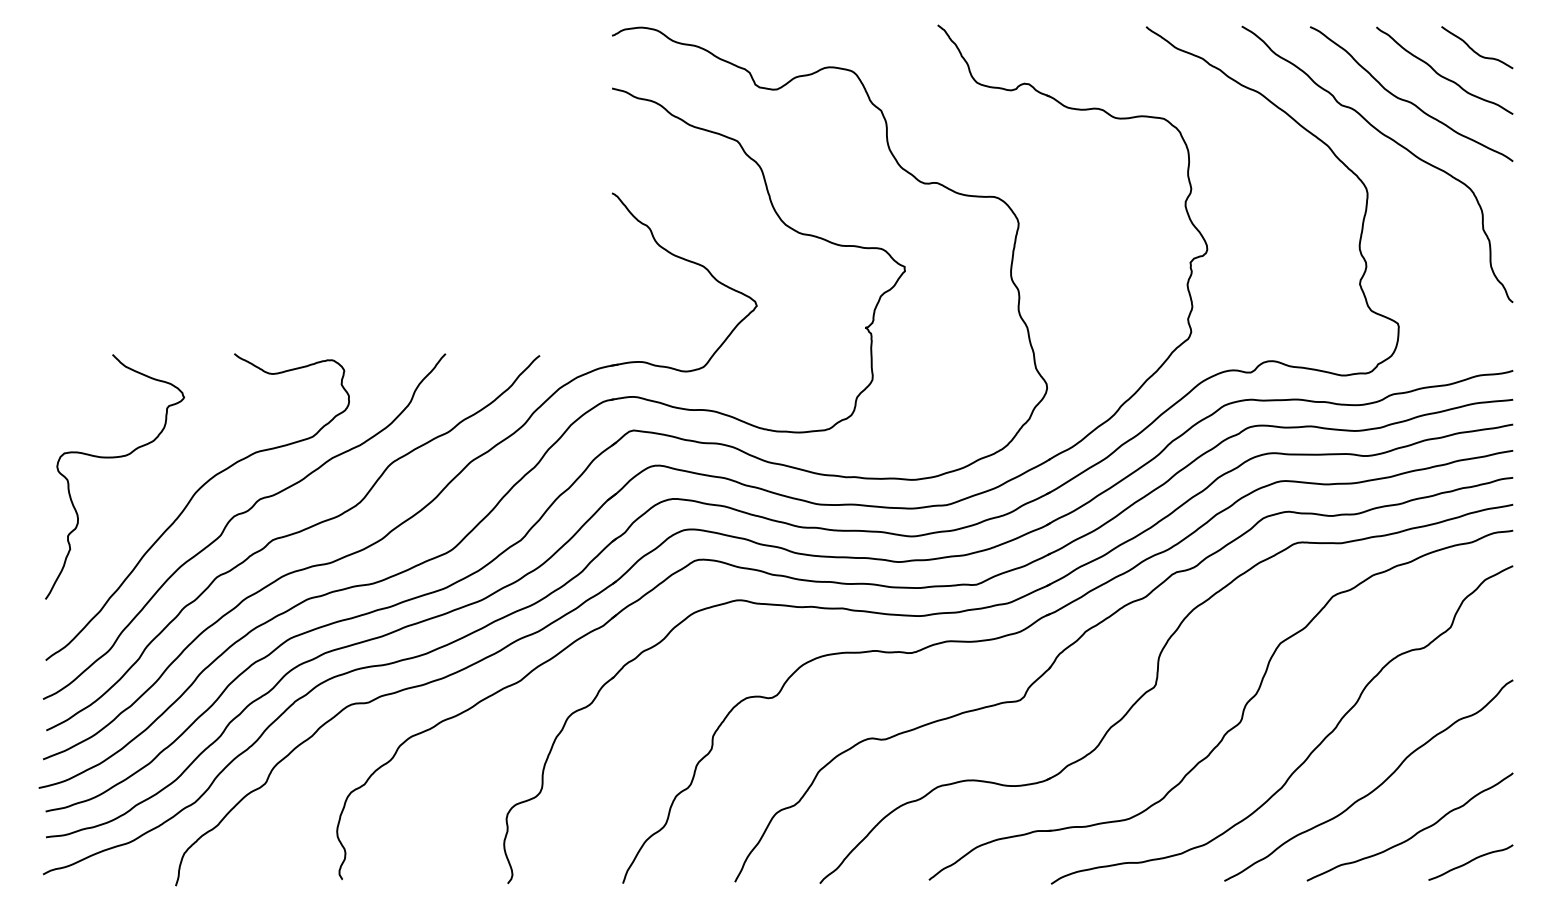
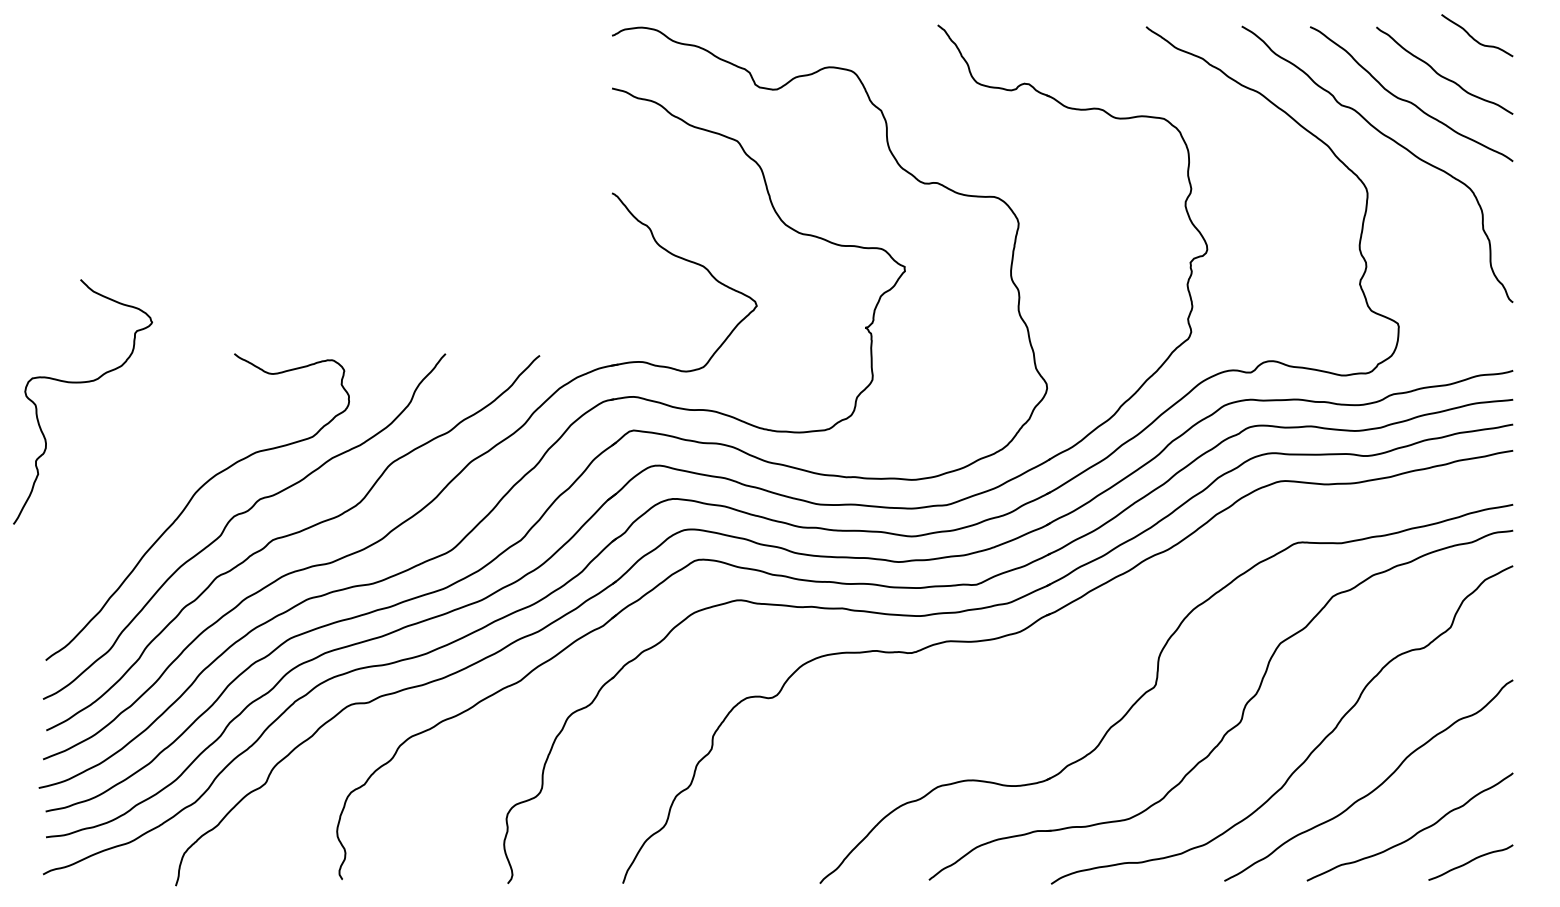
curve at (1474, 50) position: (1474, 50) -> (1474, 38)
curve at (114, 458) position: (114, 458) -> (82, 383)
part at (1091, 629): present -> none
